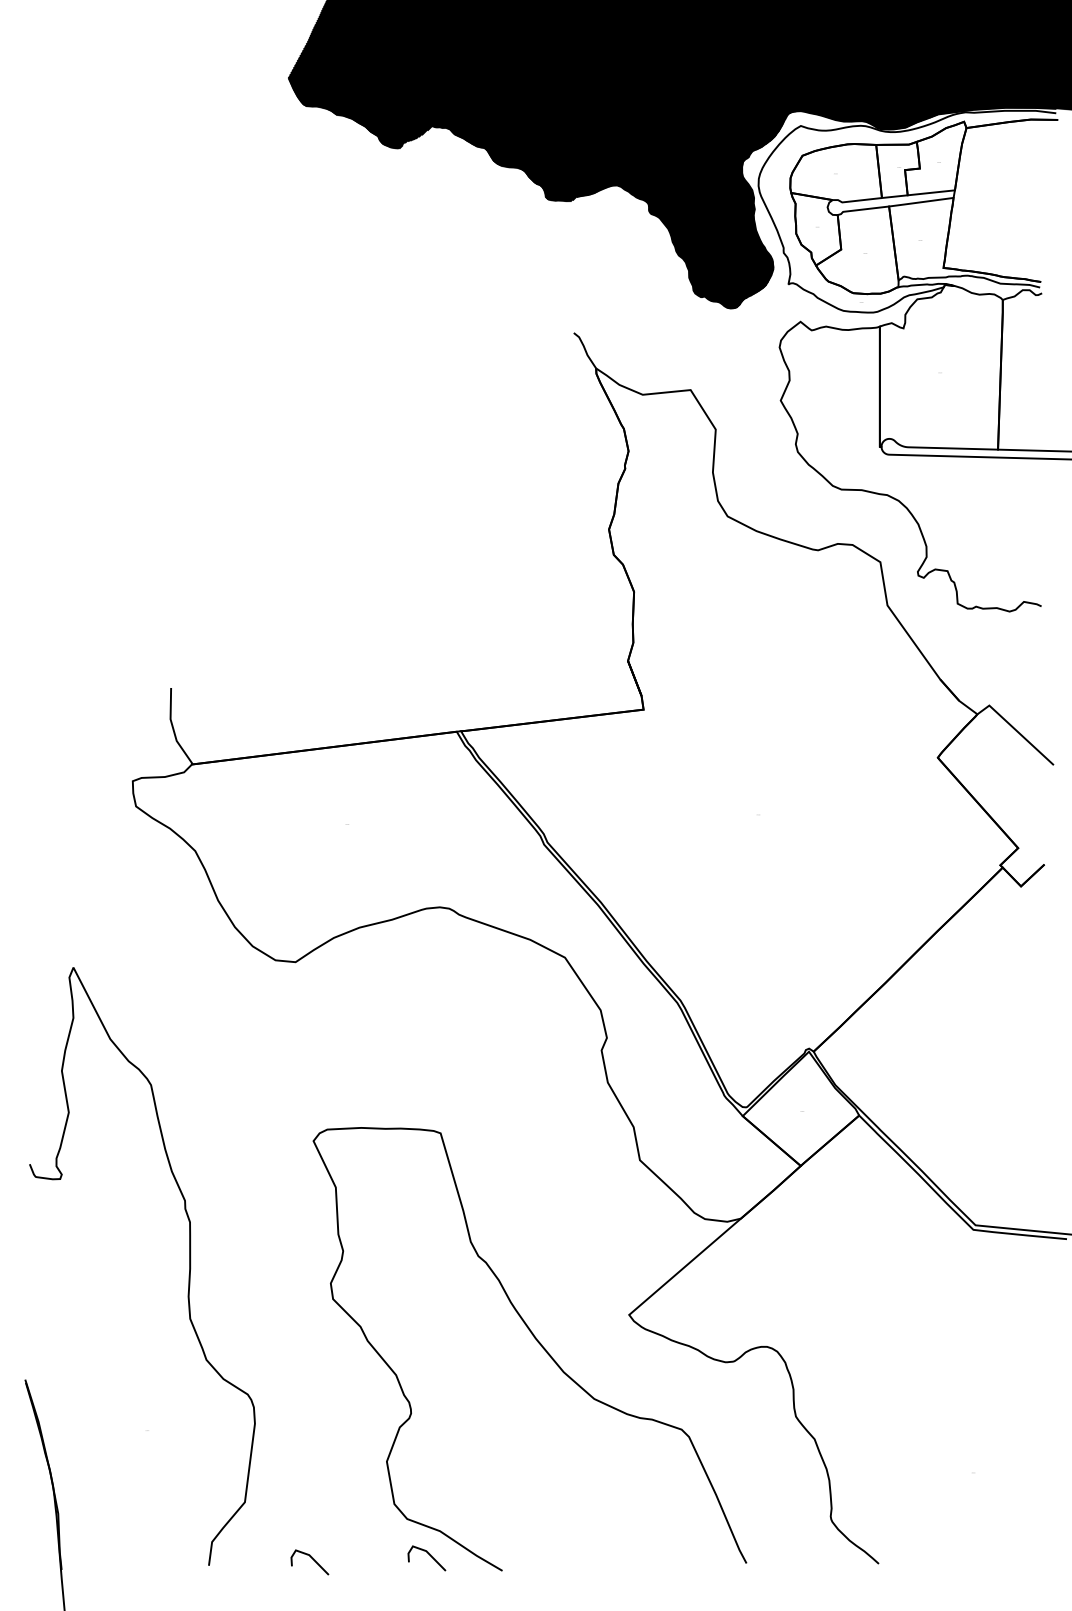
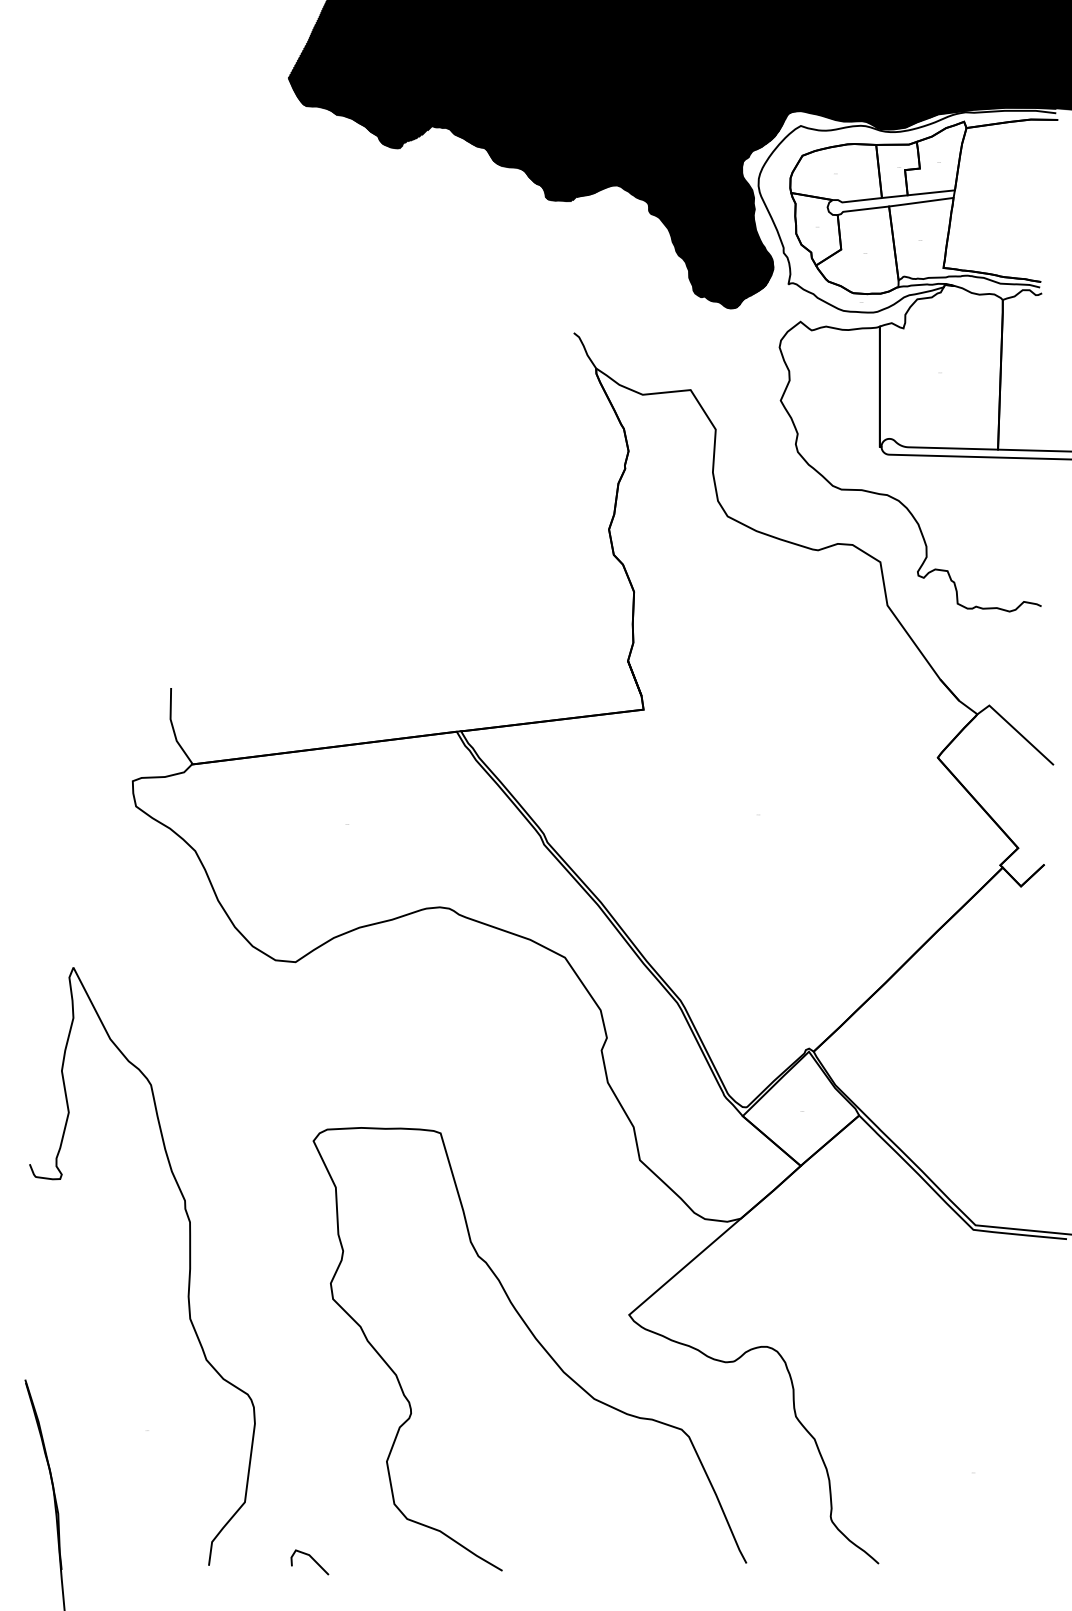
line at (429, 1555): present -> none
